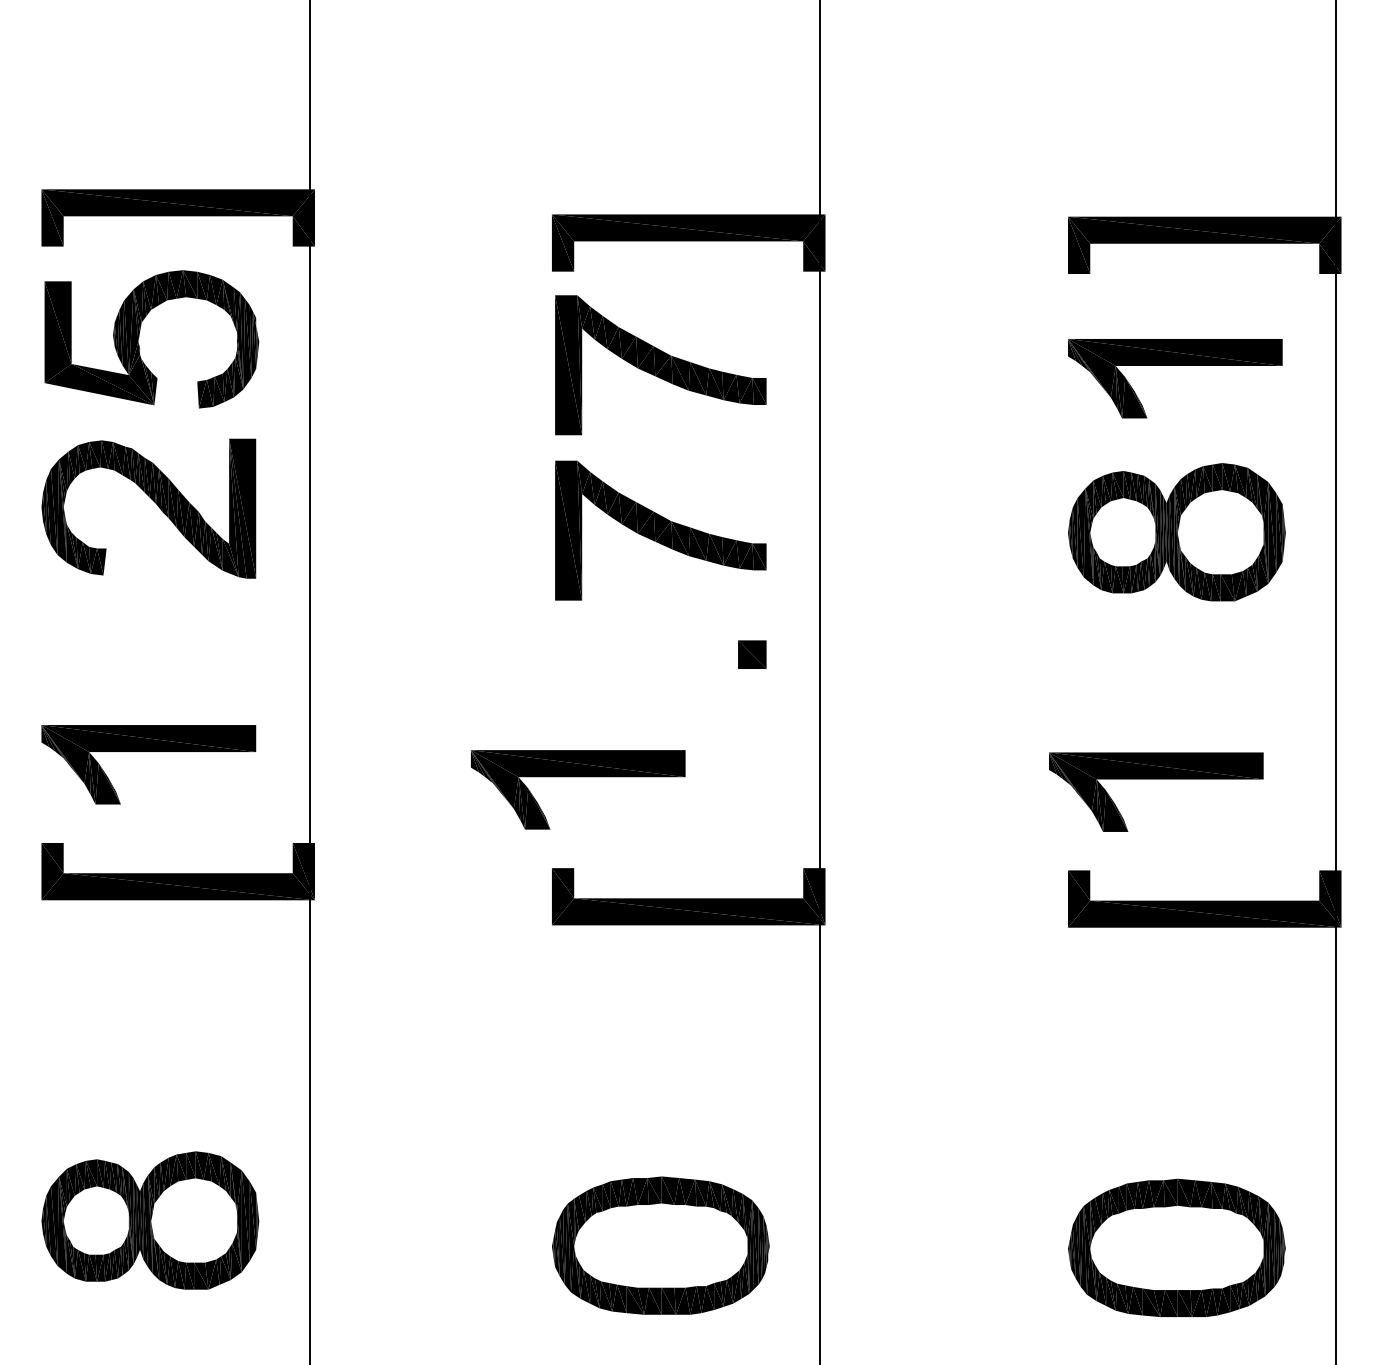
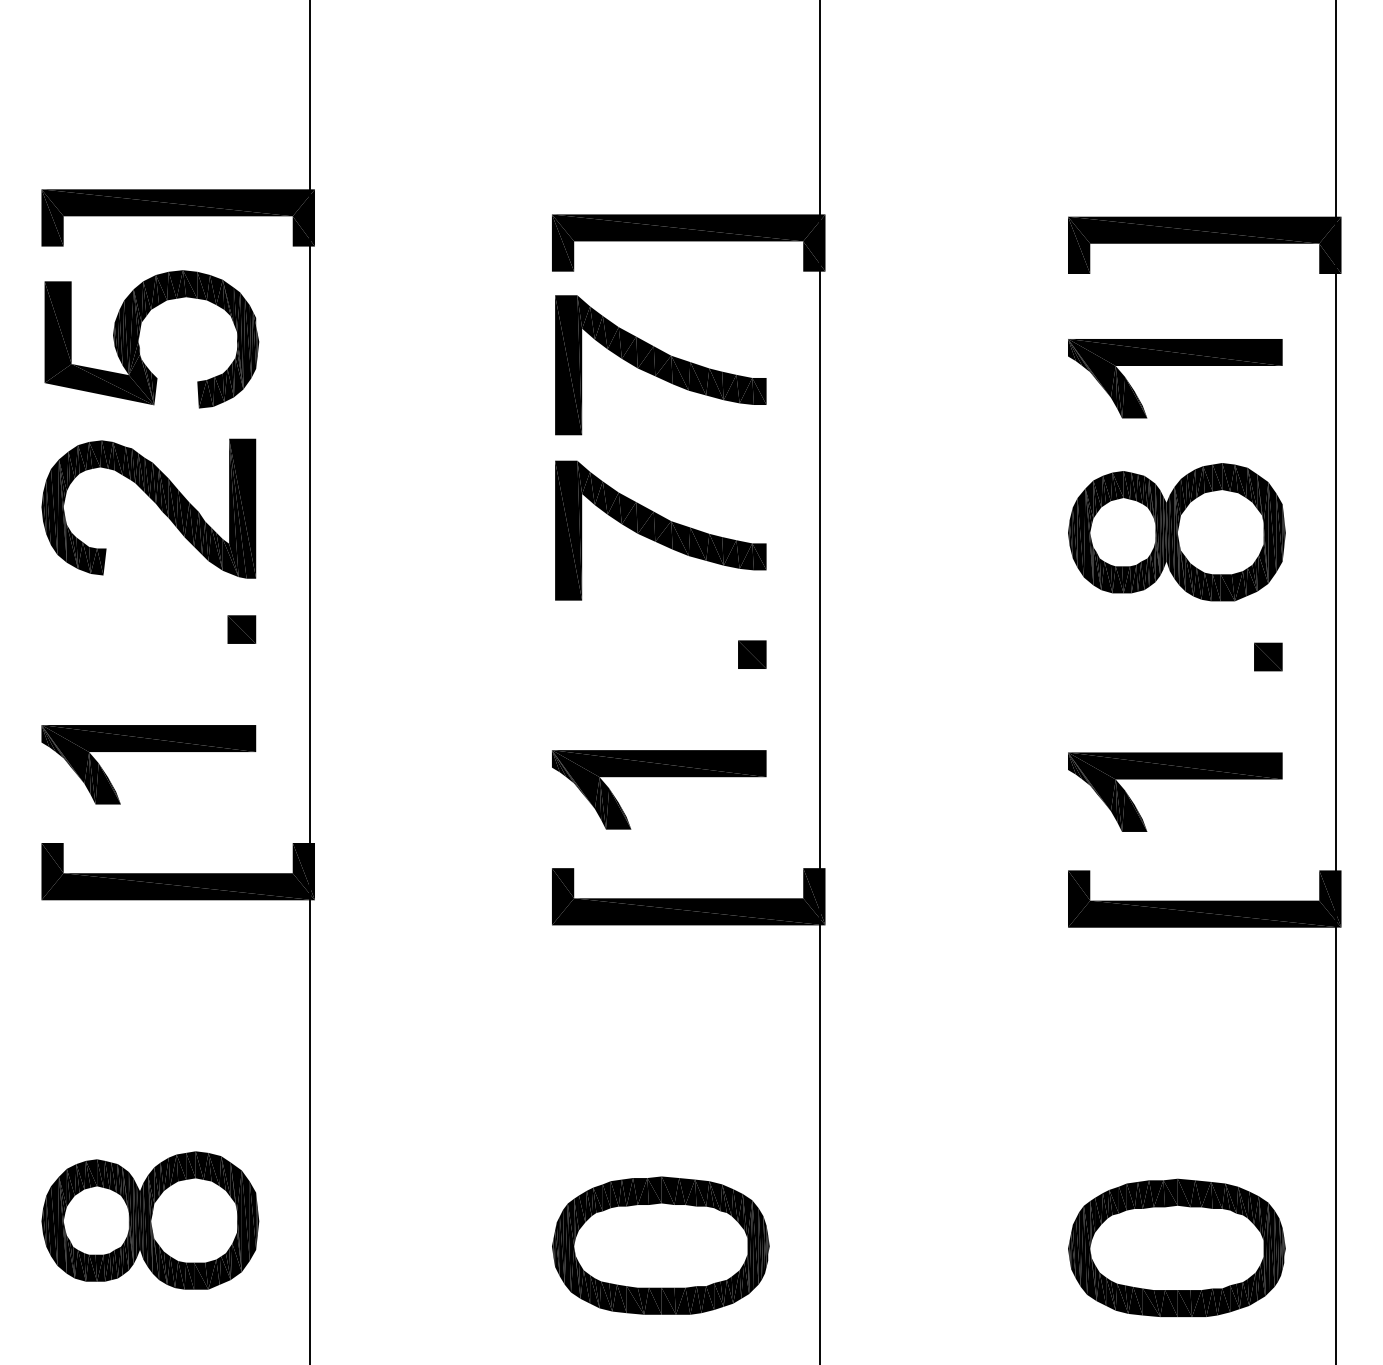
part at (241, 629): none -> present
part at (1268, 656): none -> present
part at (578, 777) position: (578, 777) -> (659, 777)
part at (1156, 779) position: (1156, 779) -> (1175, 779)
